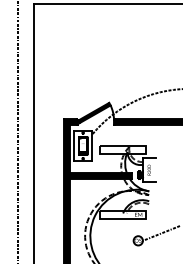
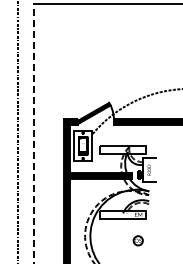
line at (33, 133): solid -> dashed
line at (160, 233): present -> none
